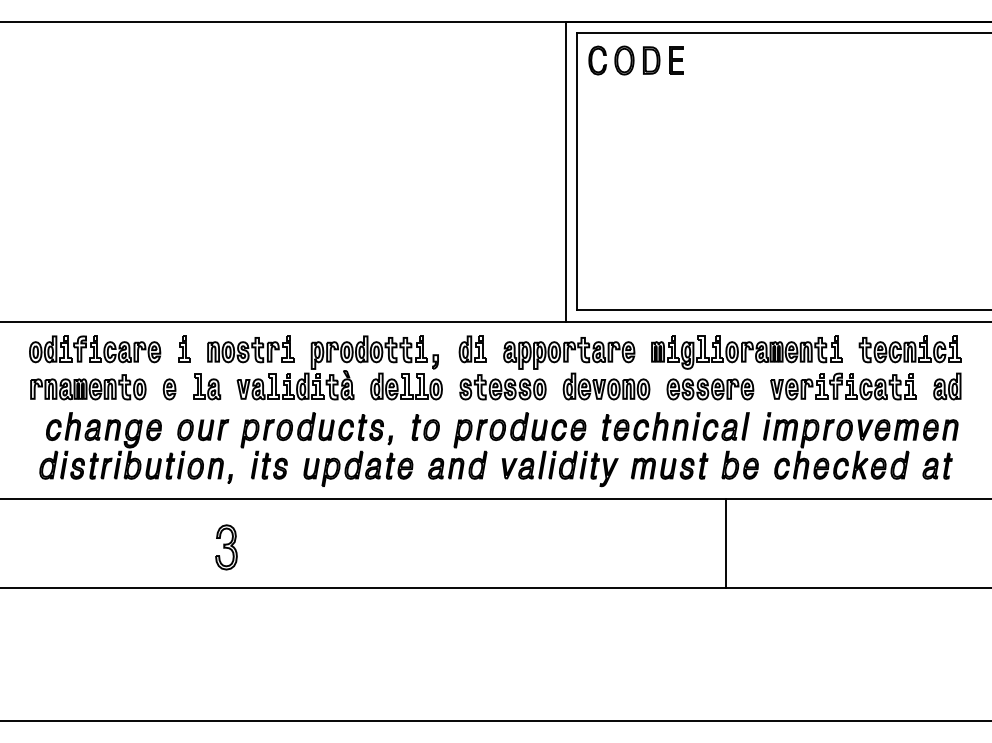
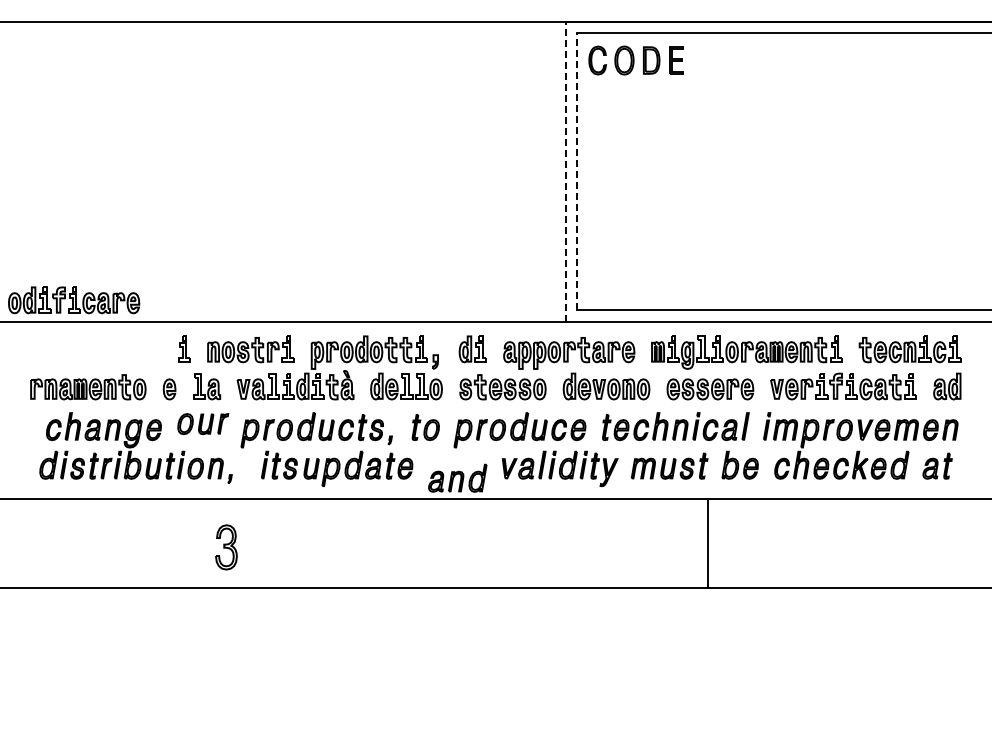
line at (566, 171): solid -> dashed
line at (577, 171): solid -> dashed
part at (95, 349) position: (95, 349) -> (74, 300)
part at (203, 430) position: (203, 430) -> (203, 424)
part at (269, 464) position: (269, 464) -> (279, 464)
part at (457, 464) position: (457, 464) -> (457, 477)
line at (725, 543) position: (725, 543) -> (707, 543)
line at (495, 720): present -> none
